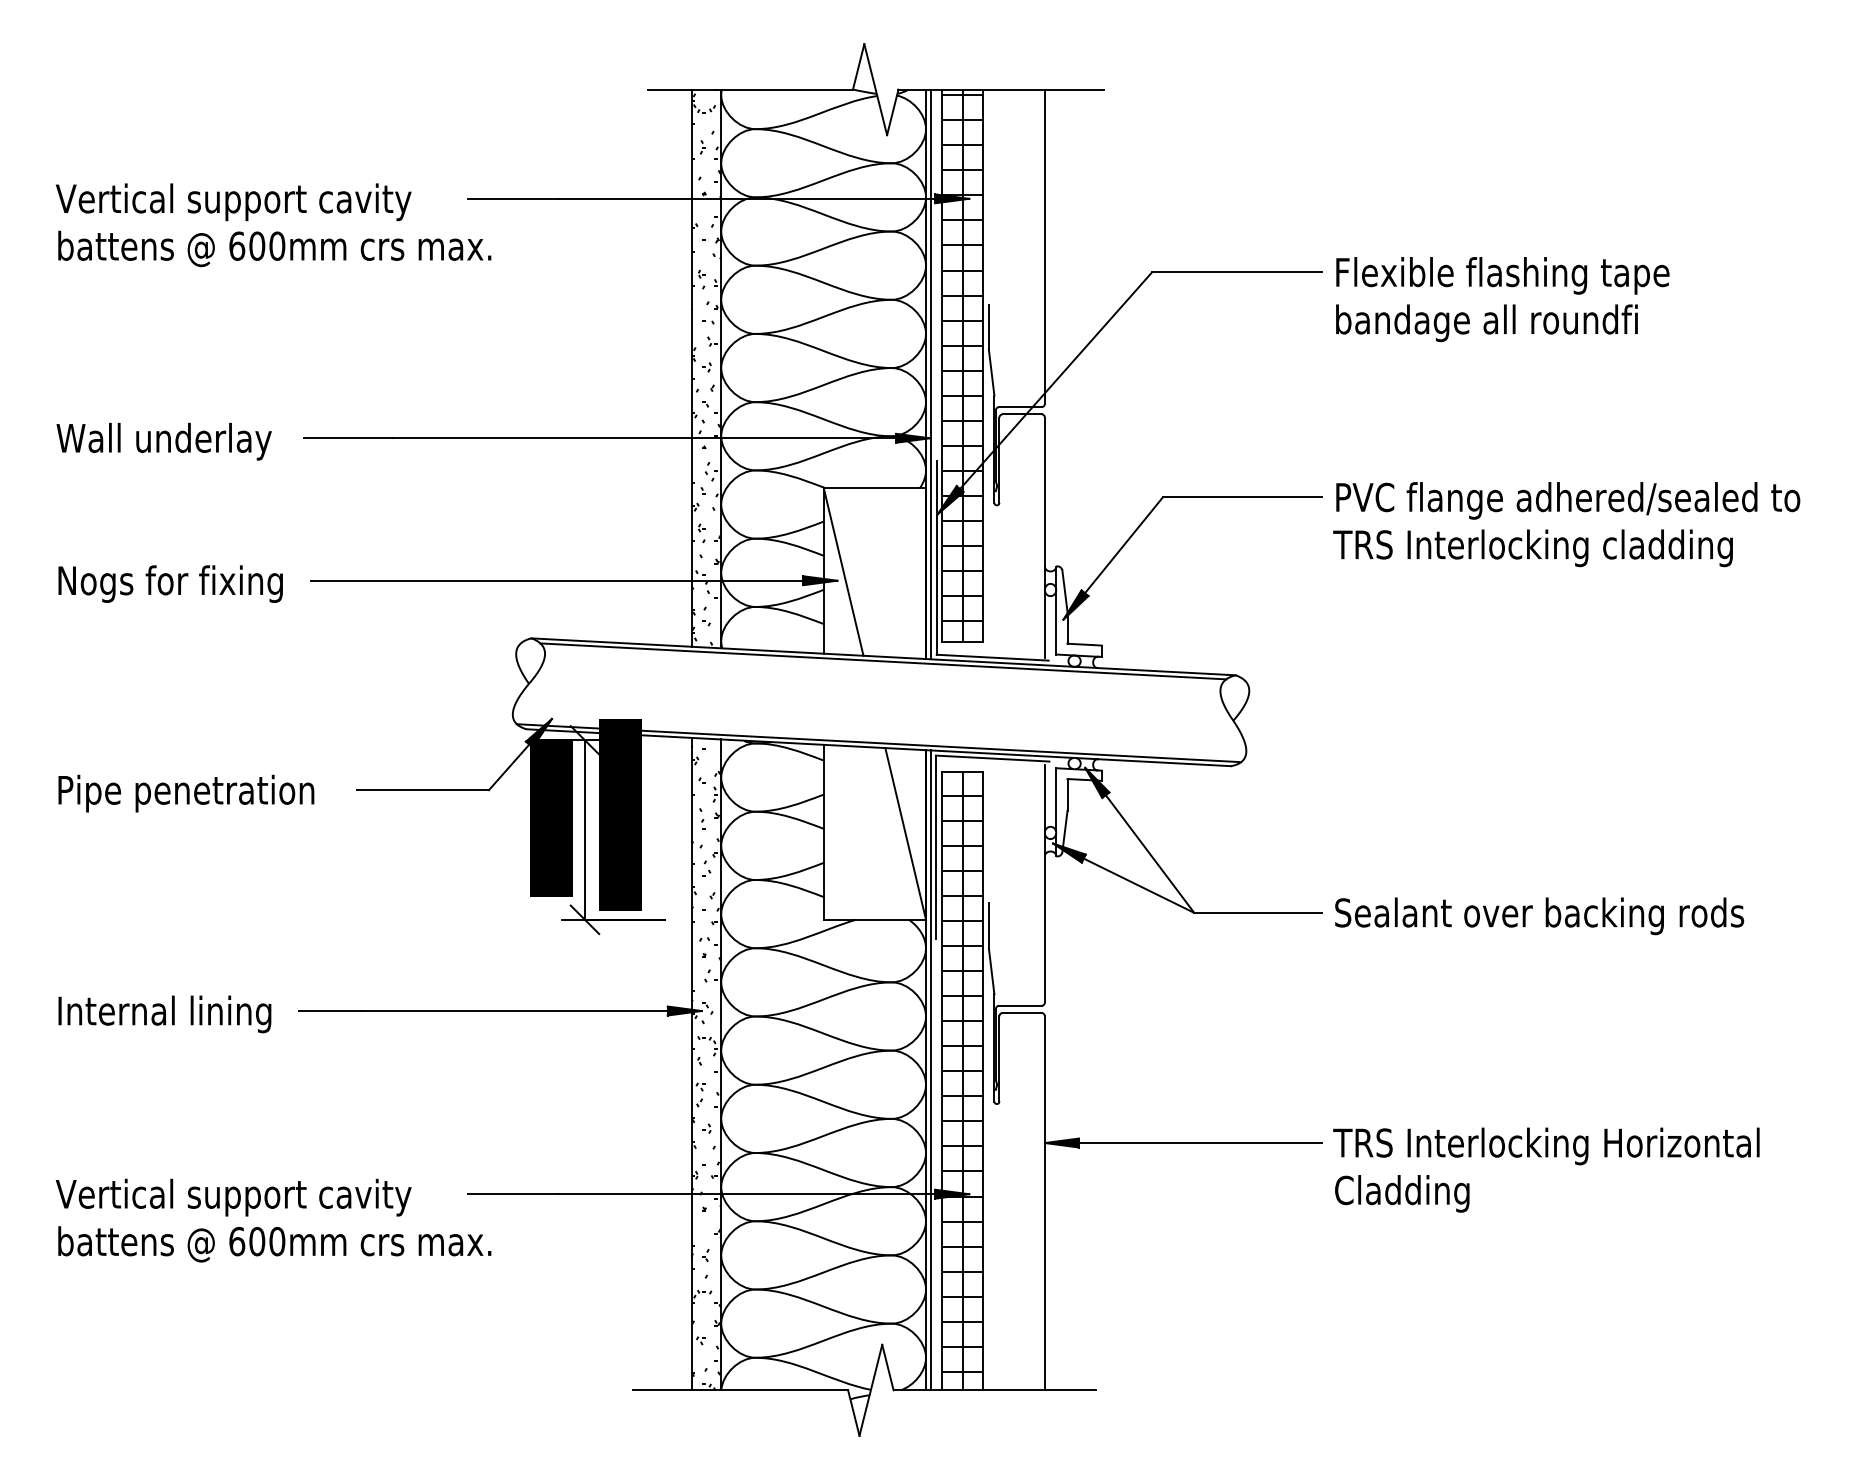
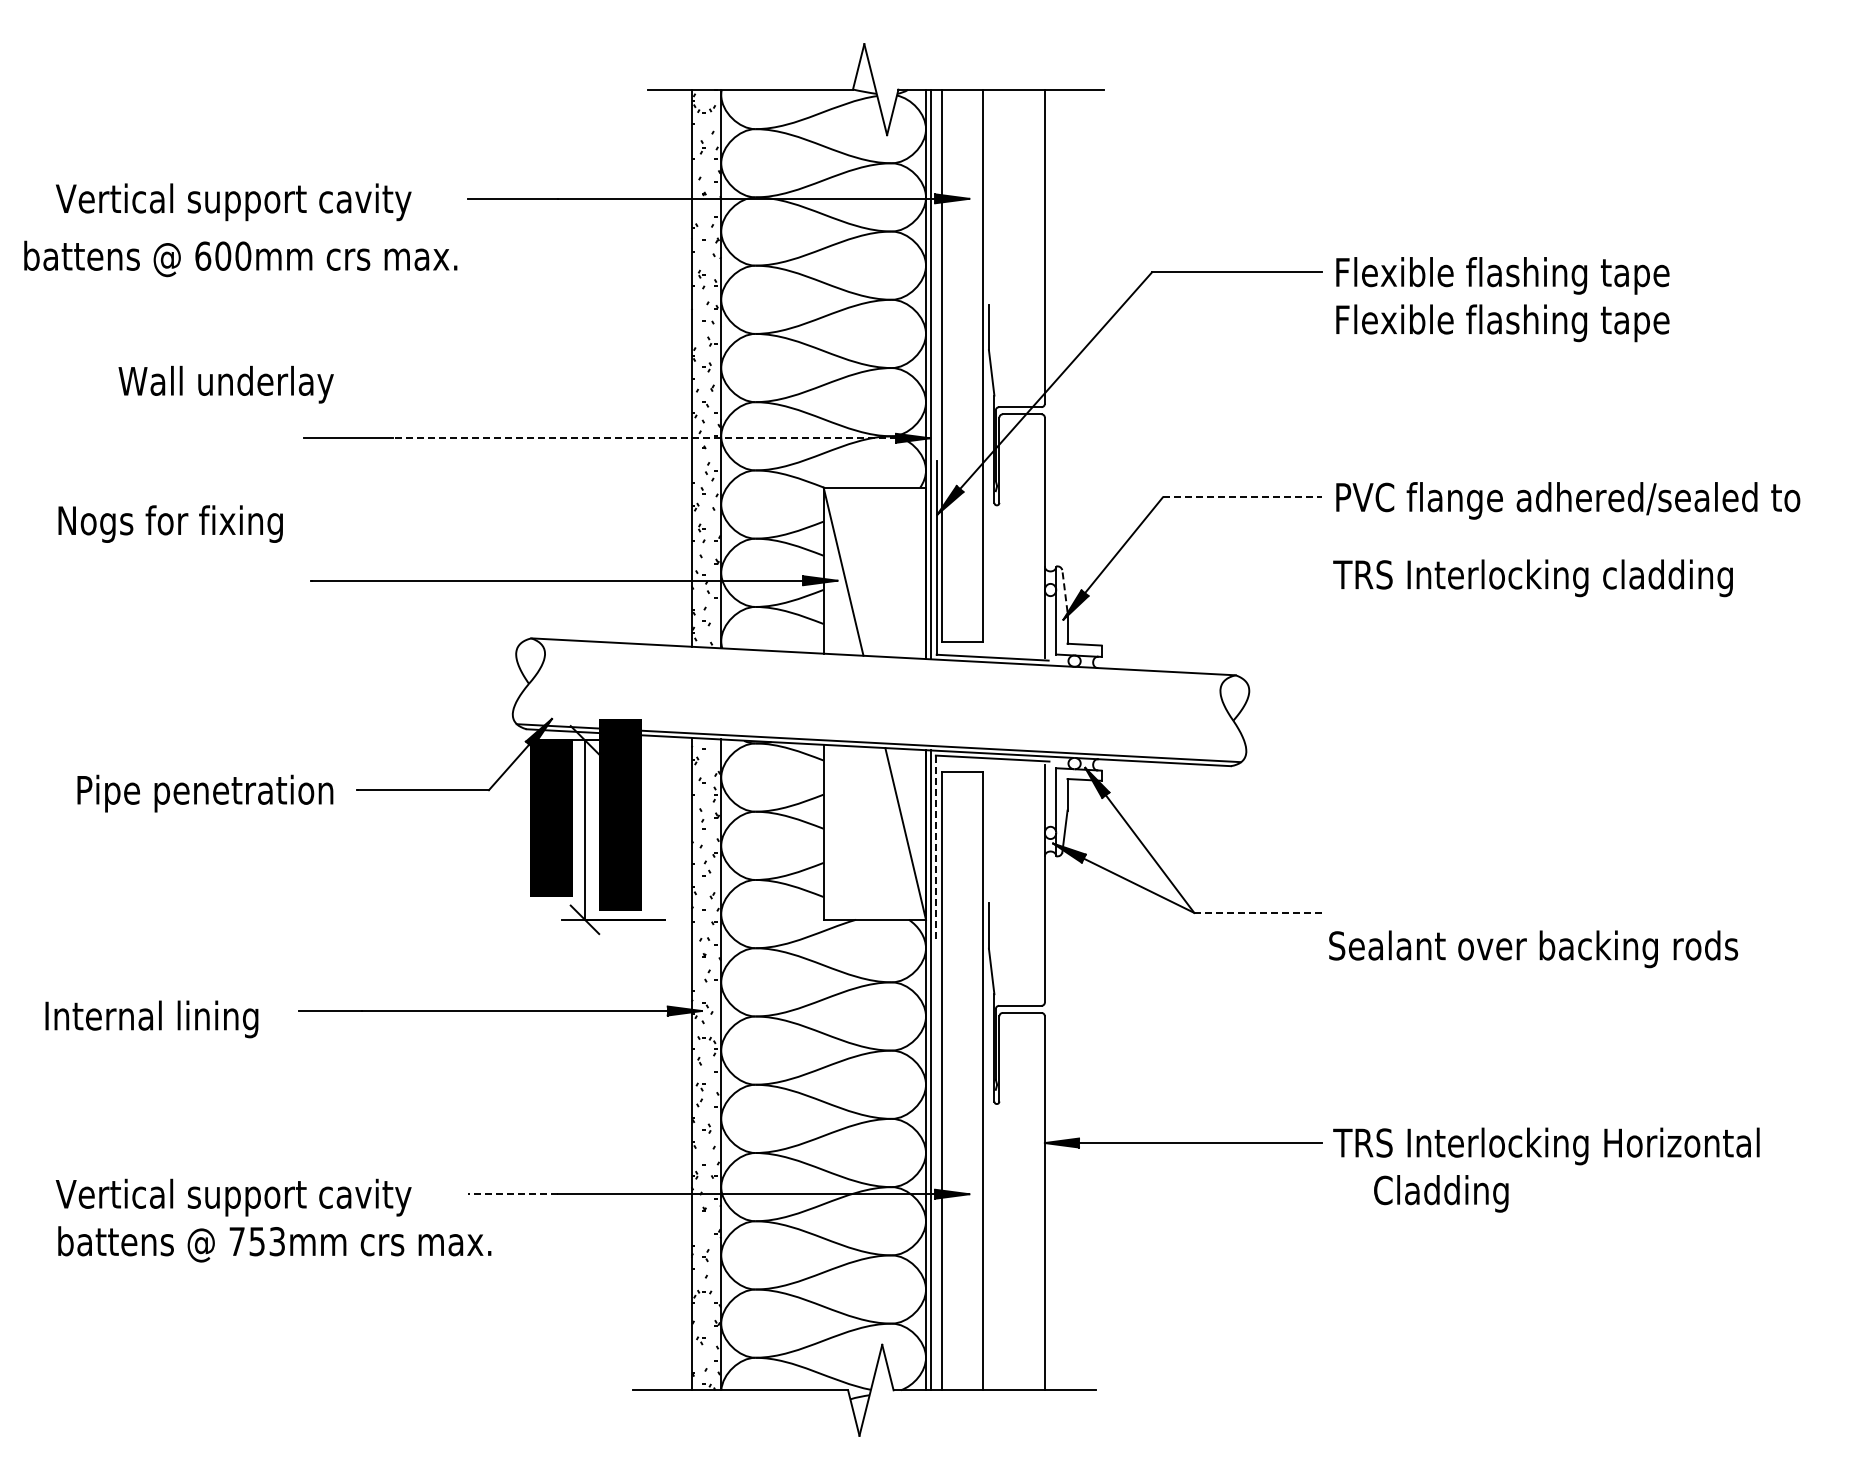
text at (274, 248) position: (274, 248) -> (240, 258)
text at (1502, 323): bandage all roundfi -> Flexible flashing tape
hatch at (961, 365): present -> none
line at (661, 438): solid -> dashed
text at (163, 441) position: (163, 441) -> (225, 384)
line at (1242, 497): solid -> dashed
text at (1532, 548) position: (1532, 548) -> (1532, 578)
text at (170, 583) position: (170, 583) -> (170, 523)
line at (1064, 590): solid -> dashed
line at (883, 661): present -> none
text at (186, 793) position: (186, 793) -> (205, 793)
line at (935, 847): solid -> dashed
line at (1257, 912): solid -> dashed
text at (1539, 916) position: (1539, 916) -> (1533, 949)
text at (164, 1014) position: (164, 1014) -> (151, 1019)
hatch at (961, 1081): present -> none
text at (1402, 1193) position: (1402, 1193) -> (1441, 1193)
line at (513, 1194): solid -> dashed
text at (257, 1241): 600mm -> 753mm
